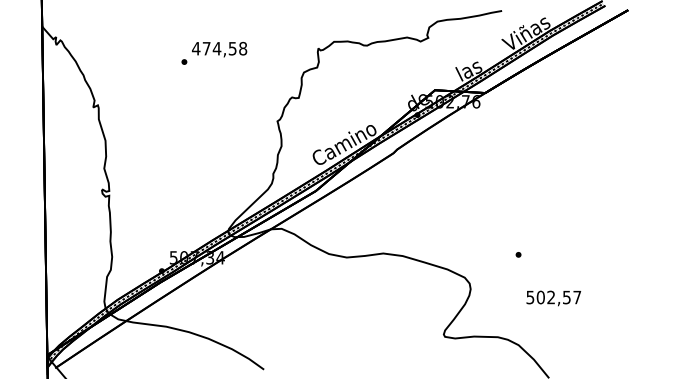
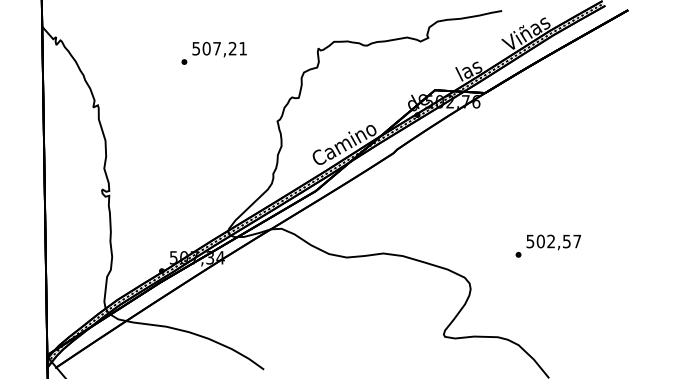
text at (219, 48): 474,58 -> 507,21
text at (553, 298) position: (553, 298) -> (553, 242)
